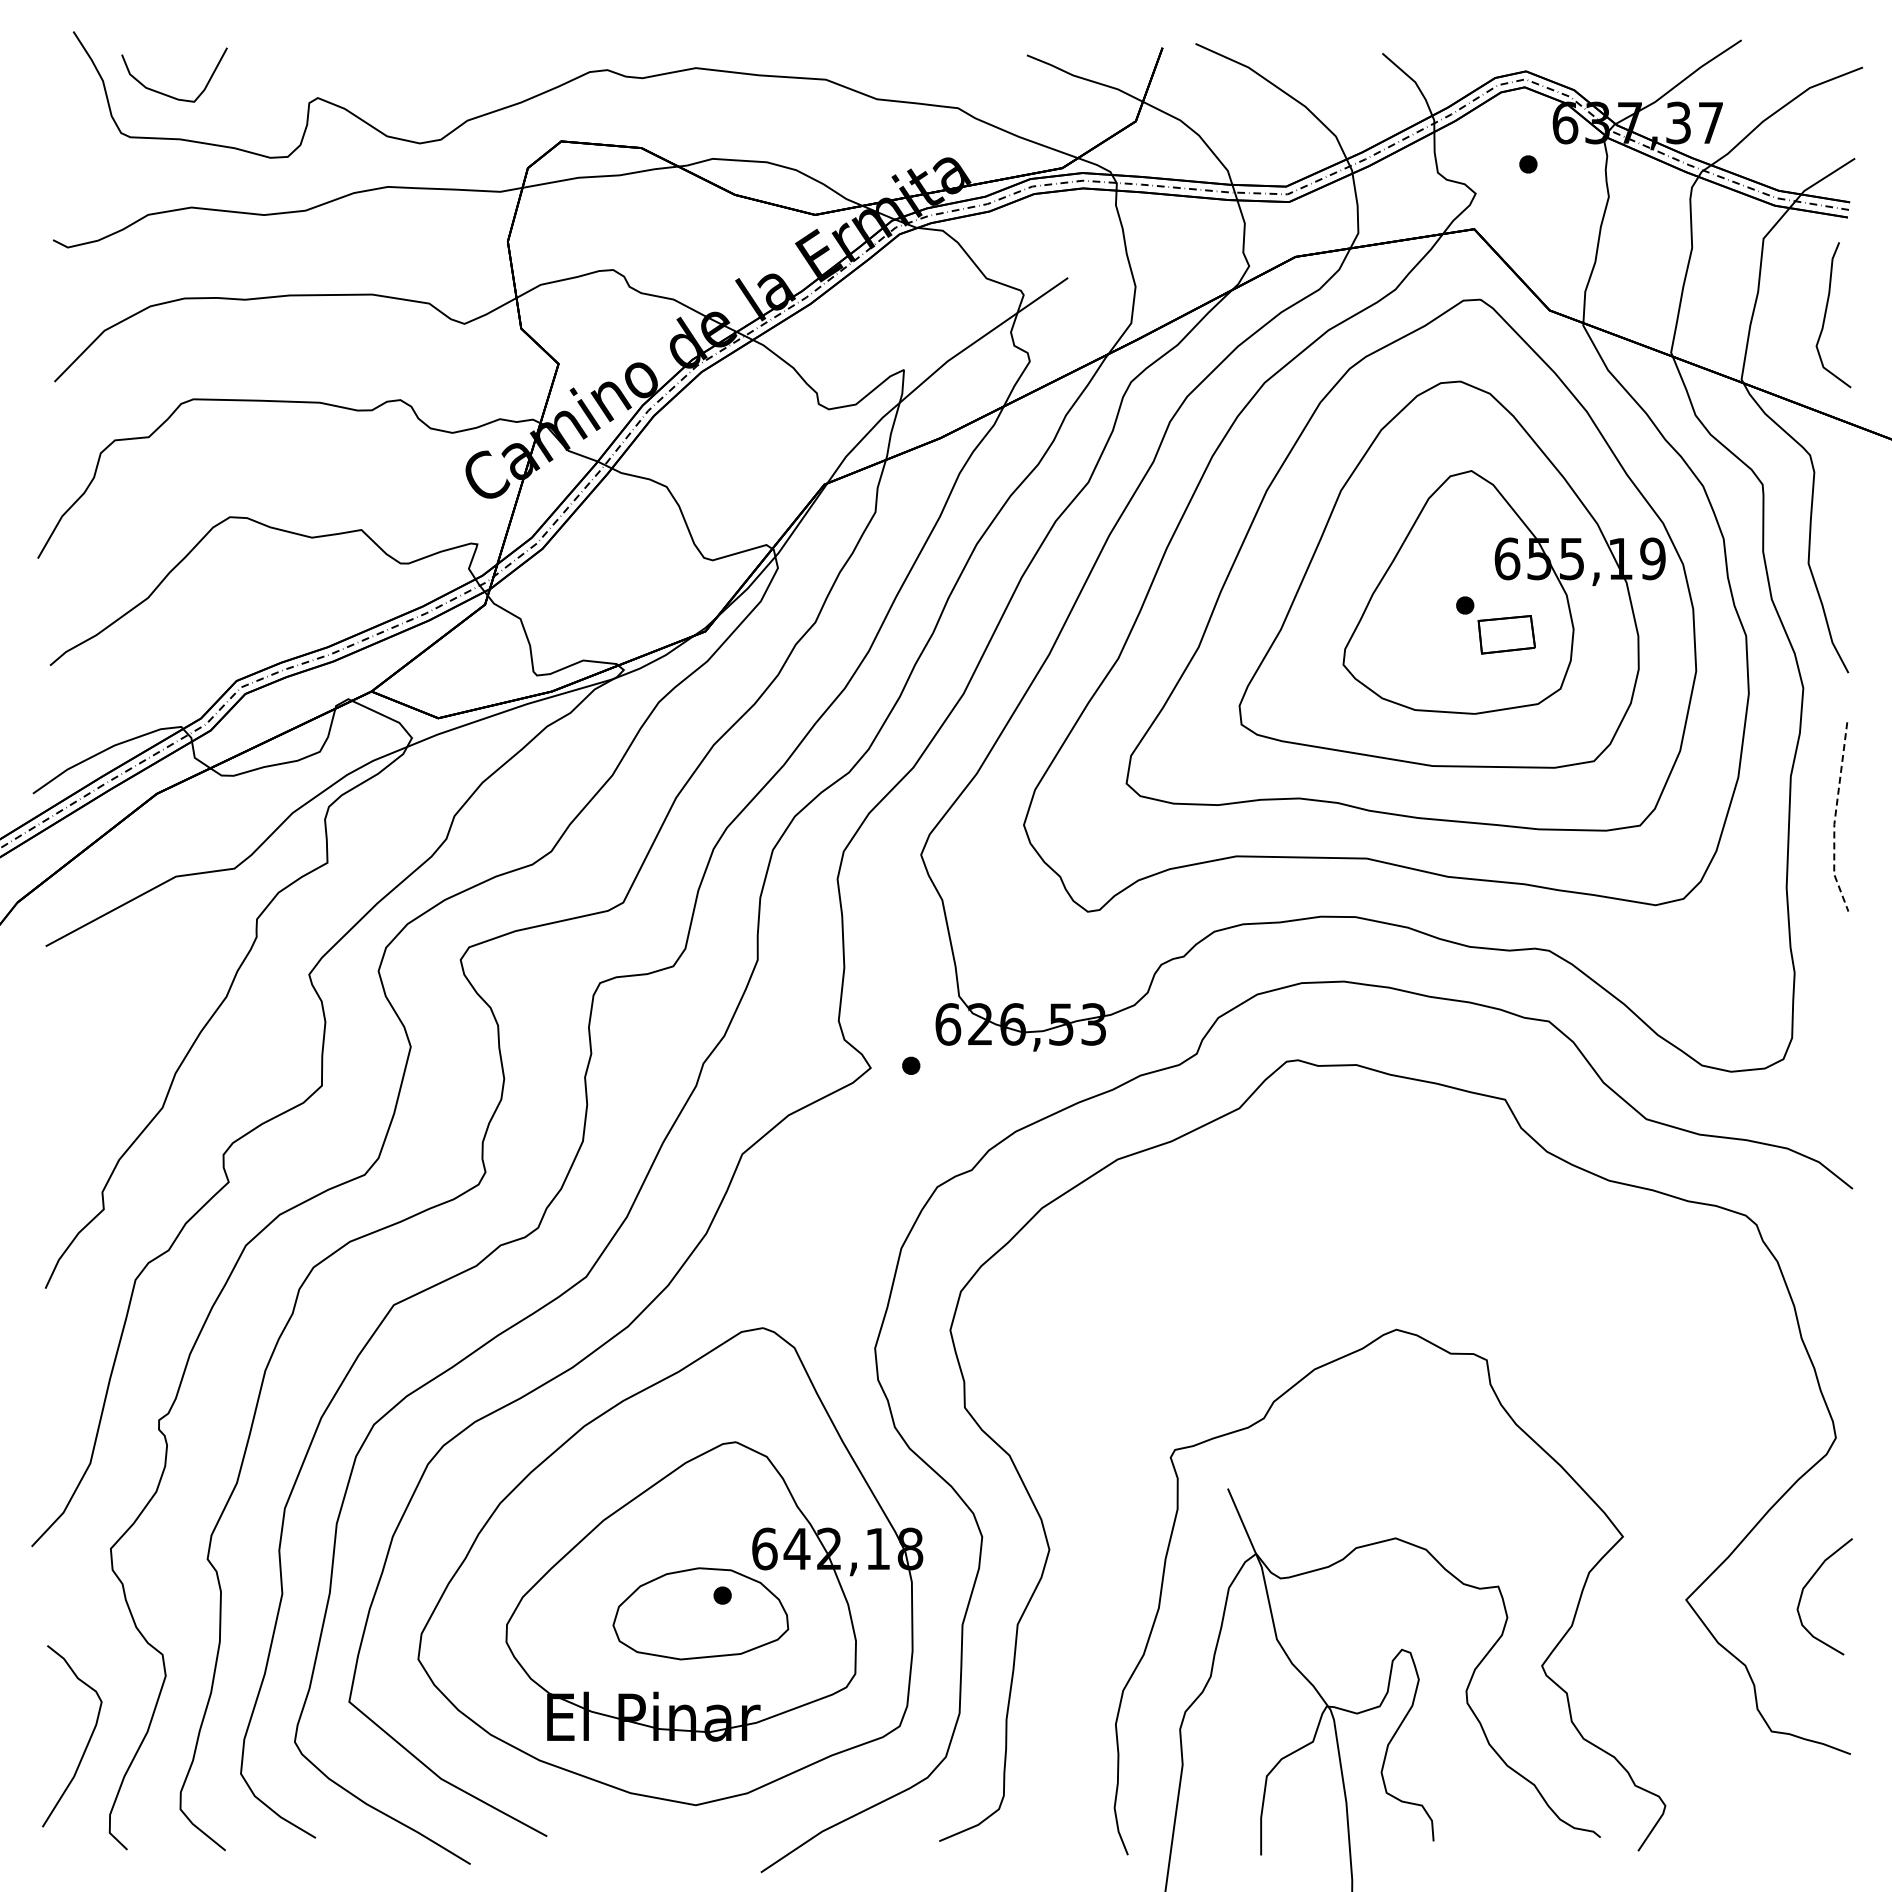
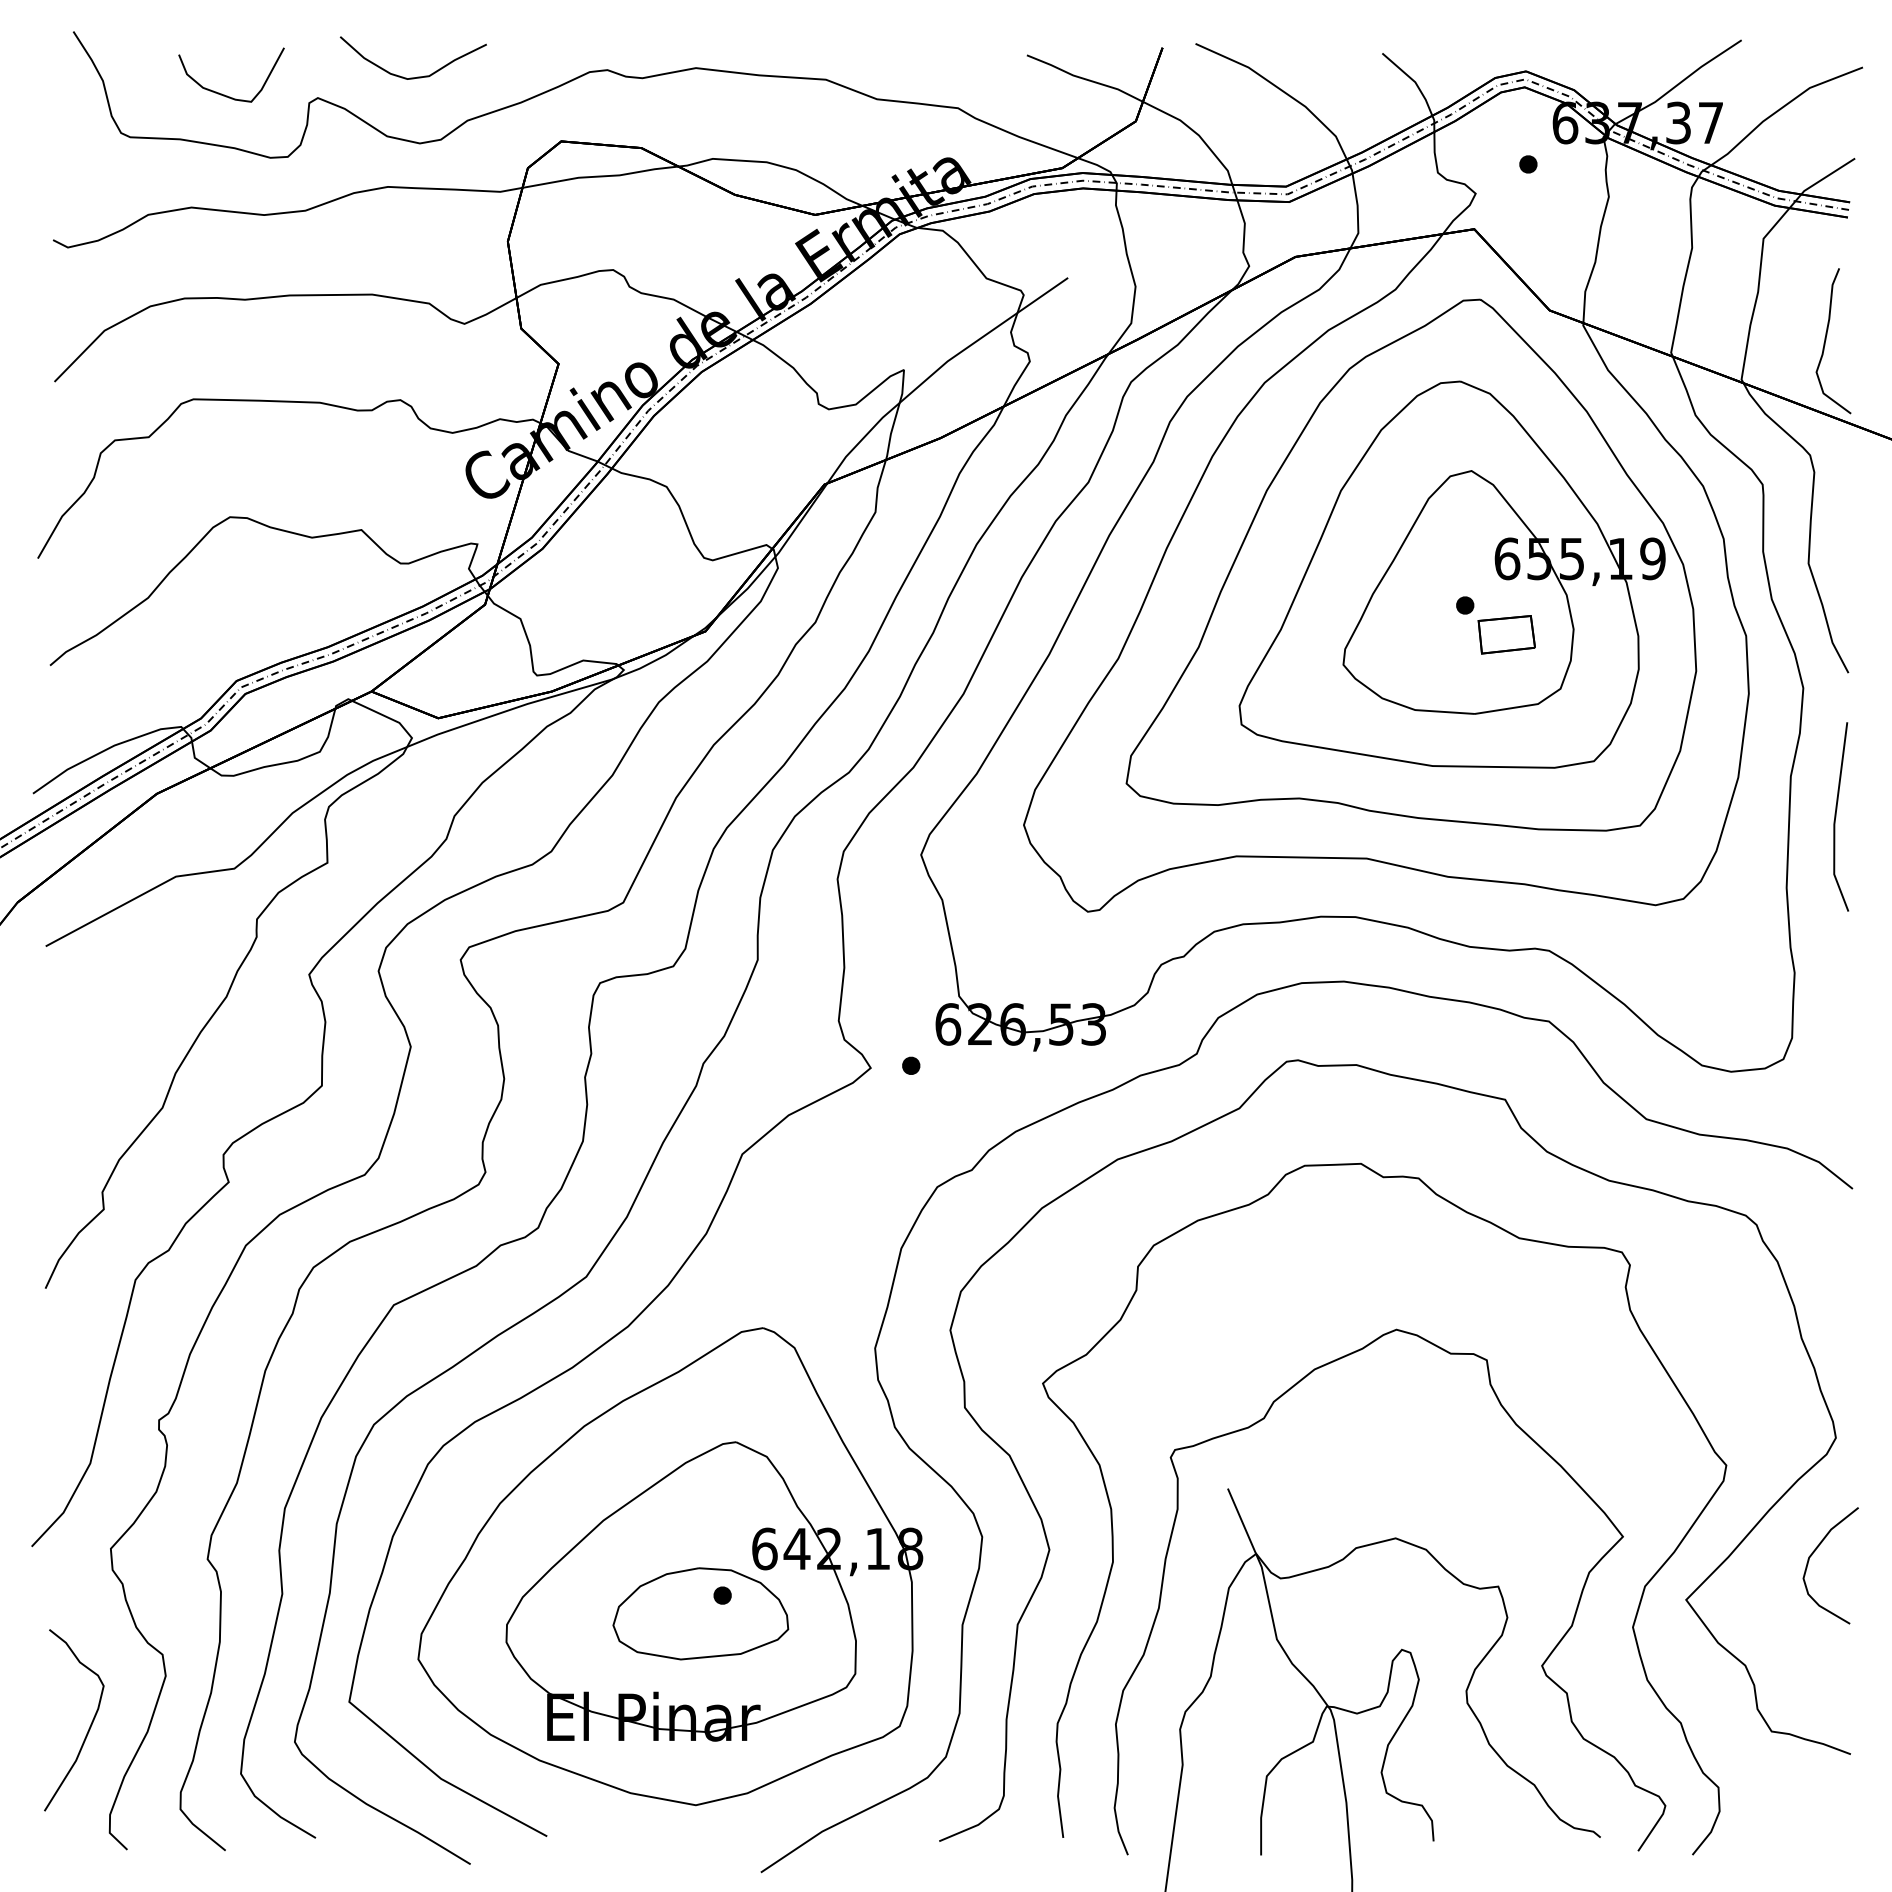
curve at (417, 76): none -> present
curve at (167, 94) position: (167, 94) -> (224, 94)
curve at (1826, 314) position: (1826, 314) -> (1826, 340)
line at (1834, 819): dashed -> solid
curve at (1809, 1582) position: (1809, 1582) -> (1815, 1551)
curve at (1643, 1587): none -> present
curve at (86, 1744) position: (86, 1744) -> (88, 1728)
